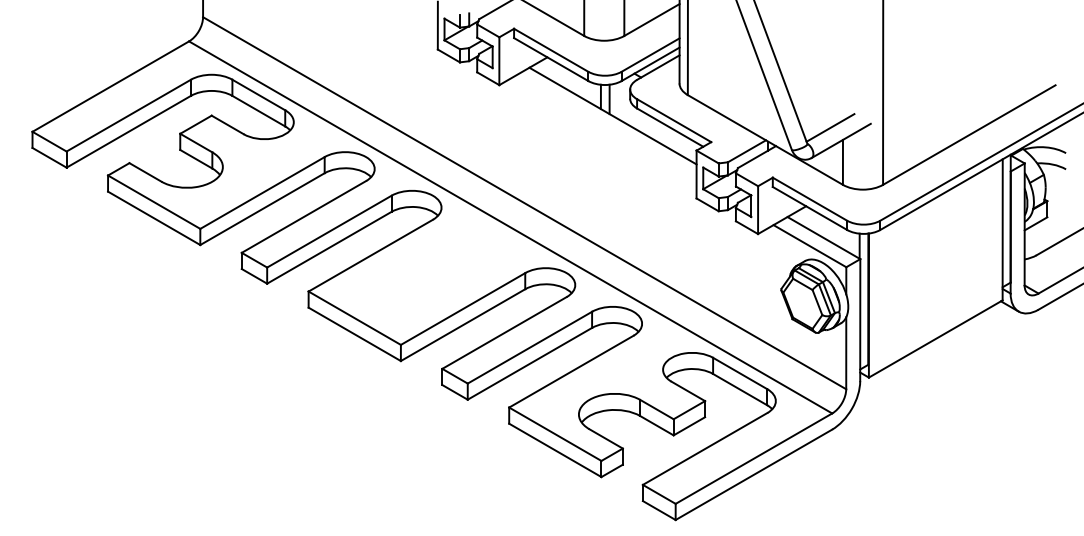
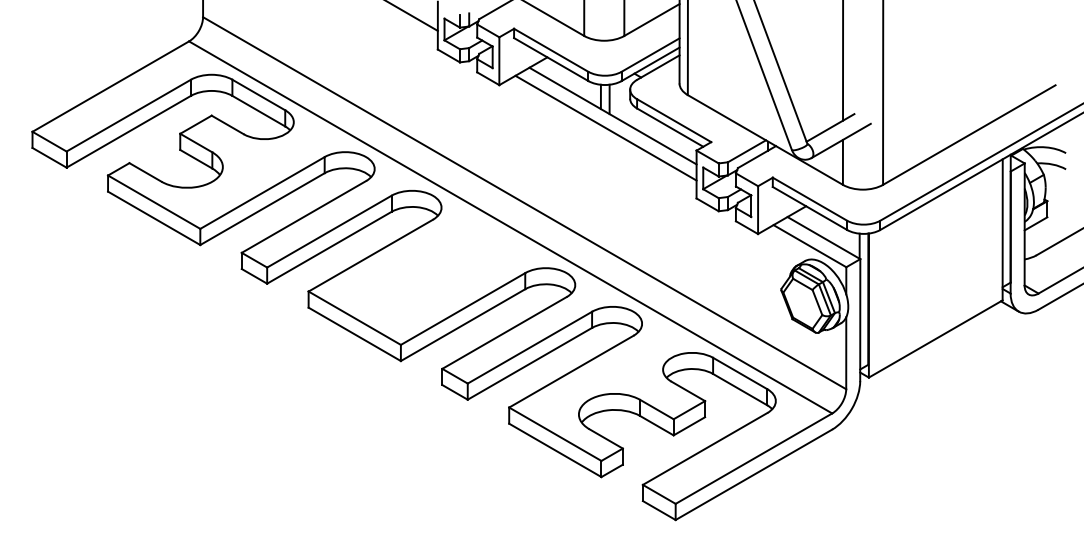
line at (412, 16): none -> present
line at (843, 61): none -> present
line at (605, 127): none -> present
